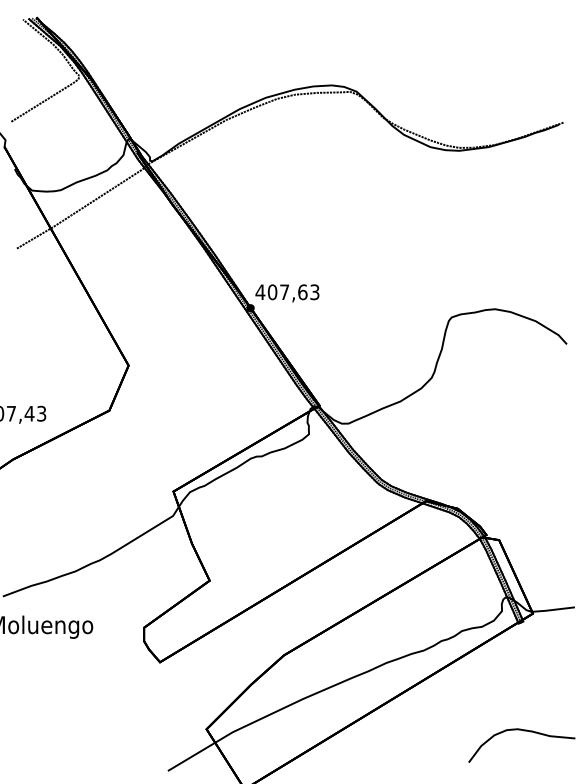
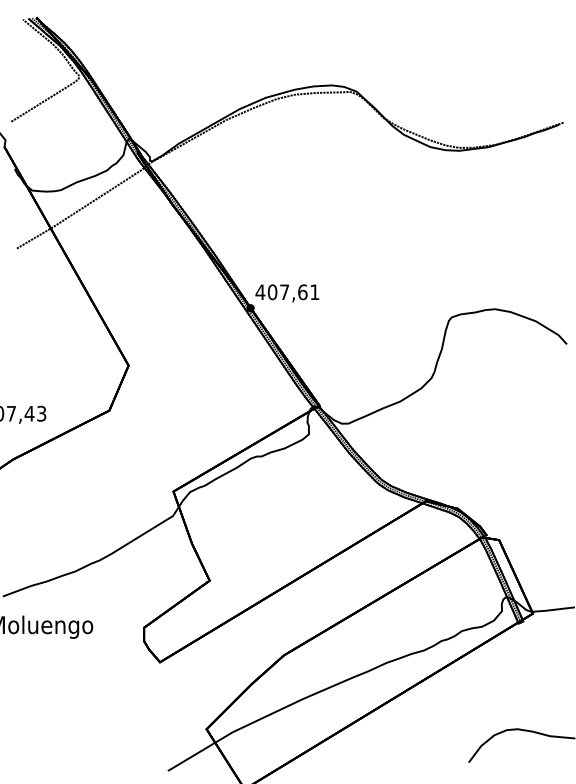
text at (314, 292): 407,63 -> 407,61
